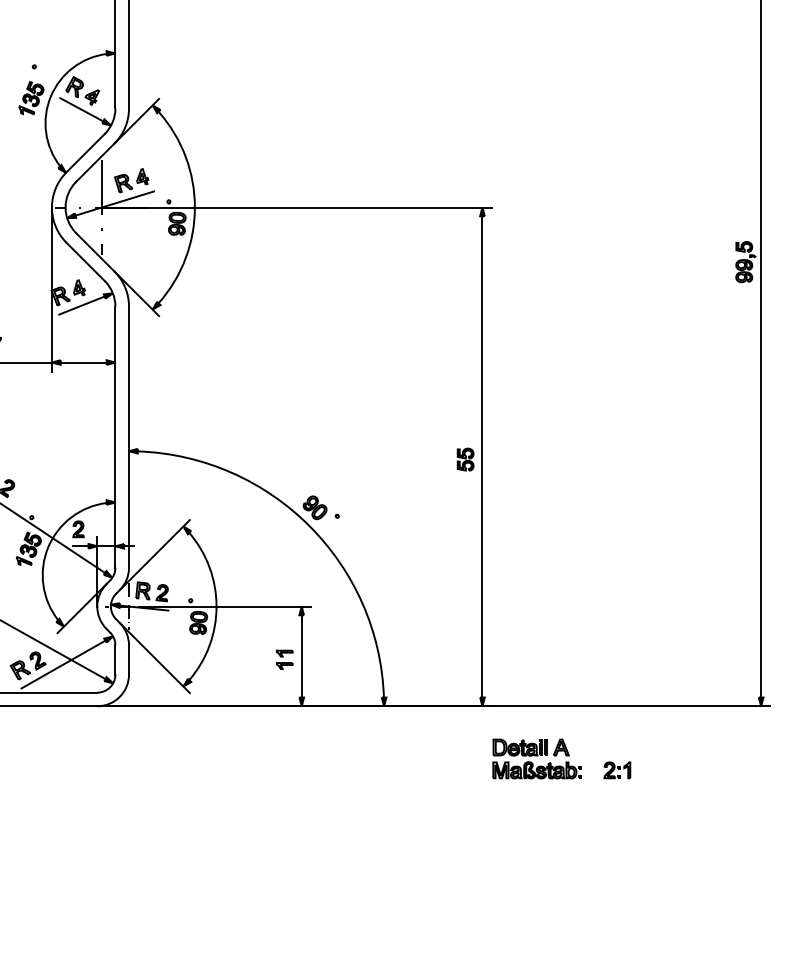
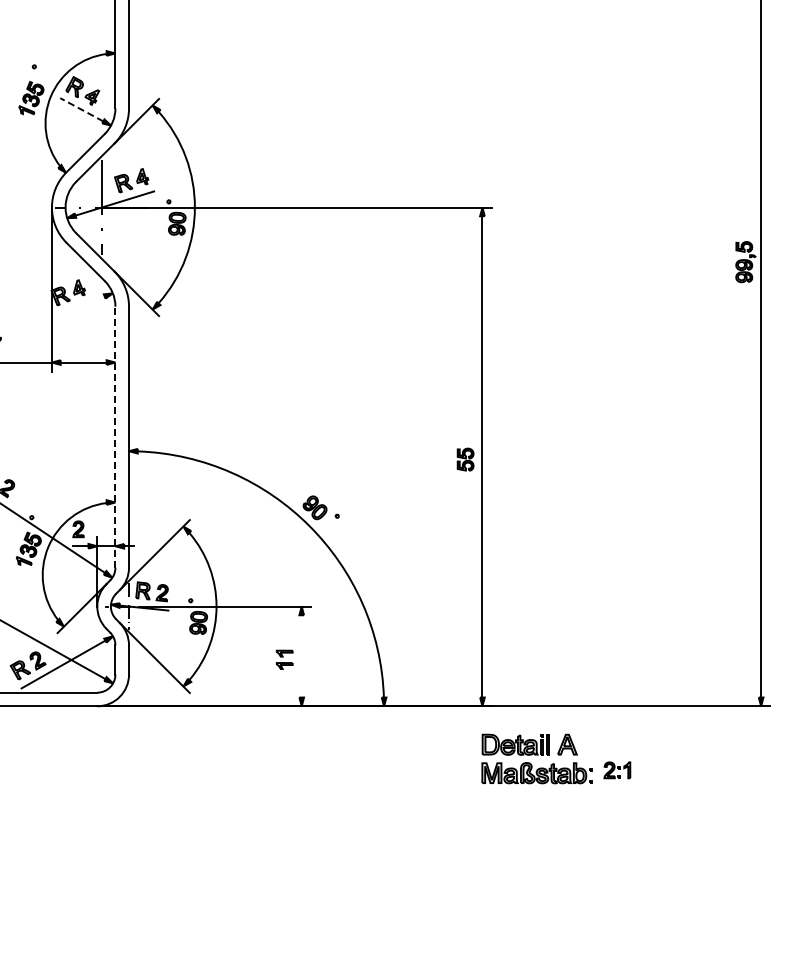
line at (81, 109): solid -> dashed
line at (81, 305): present -> none
line at (115, 437): solid -> dashed
line at (301, 656): present -> none
part at (536, 758) size: 90x42 px -> 112x52 px
